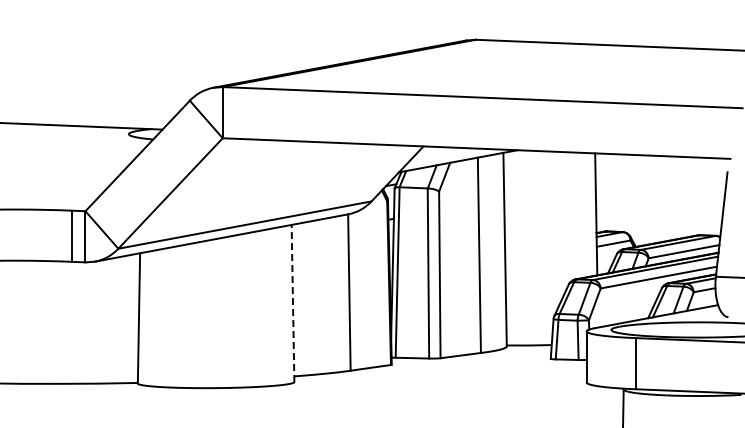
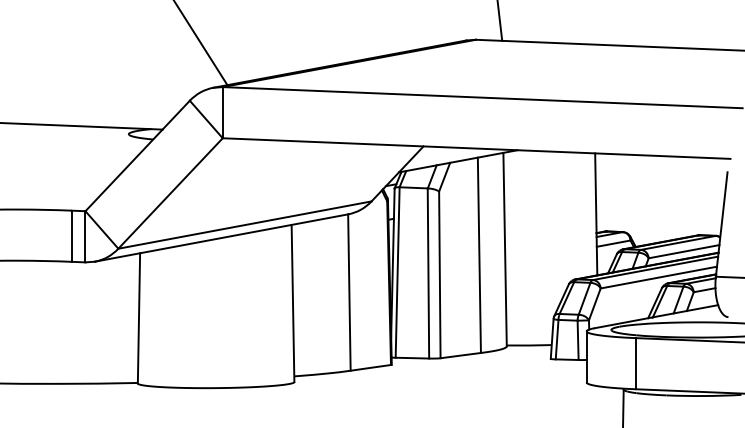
line at (499, 21): none -> present
line at (200, 43): none -> present
line at (293, 303): dashed -> solid
